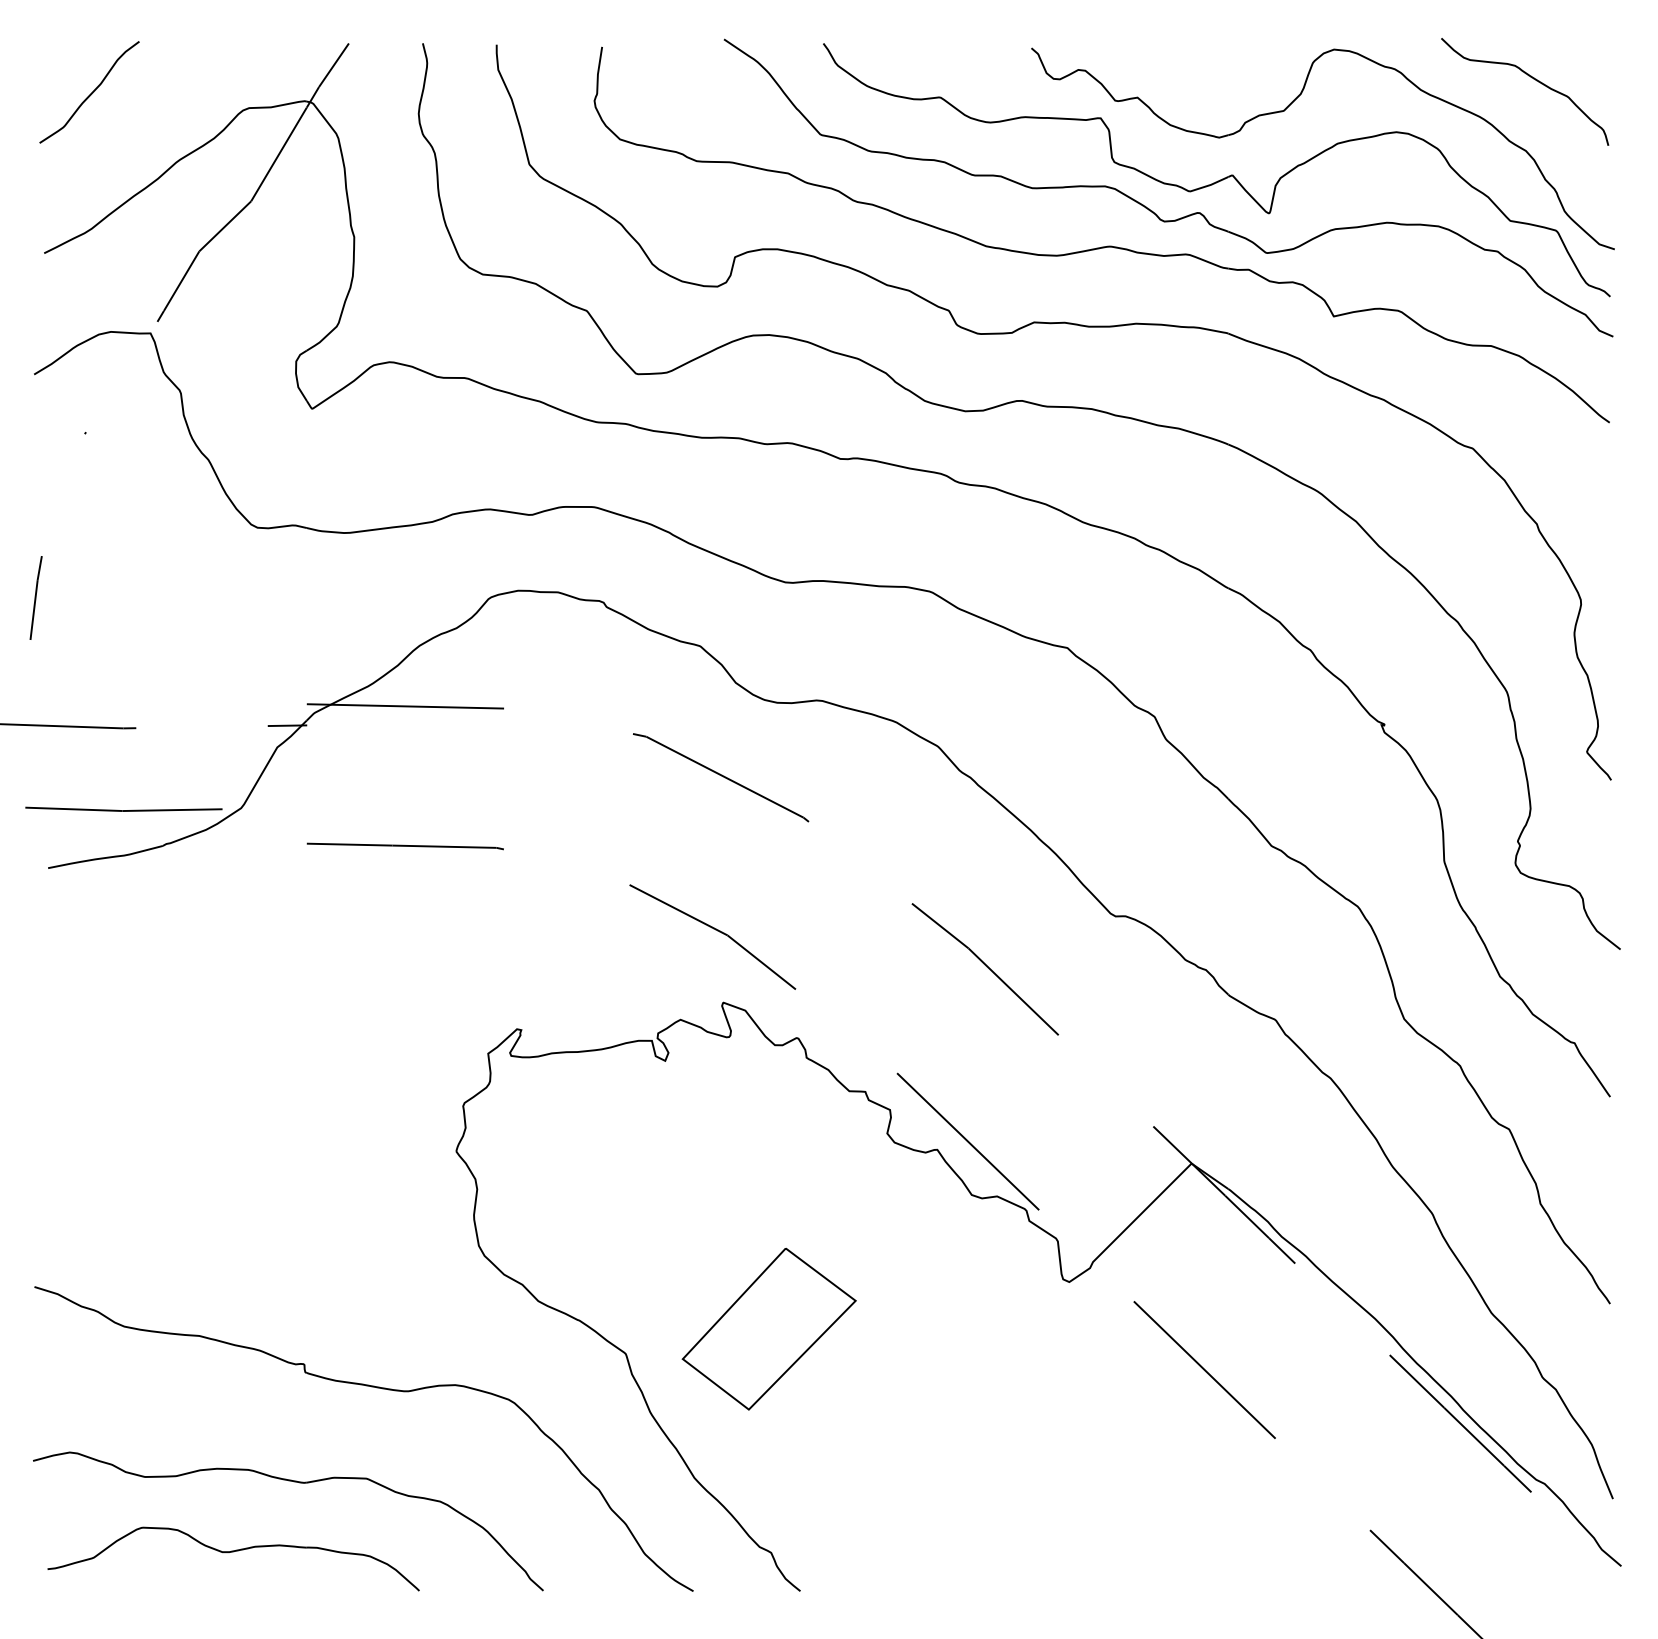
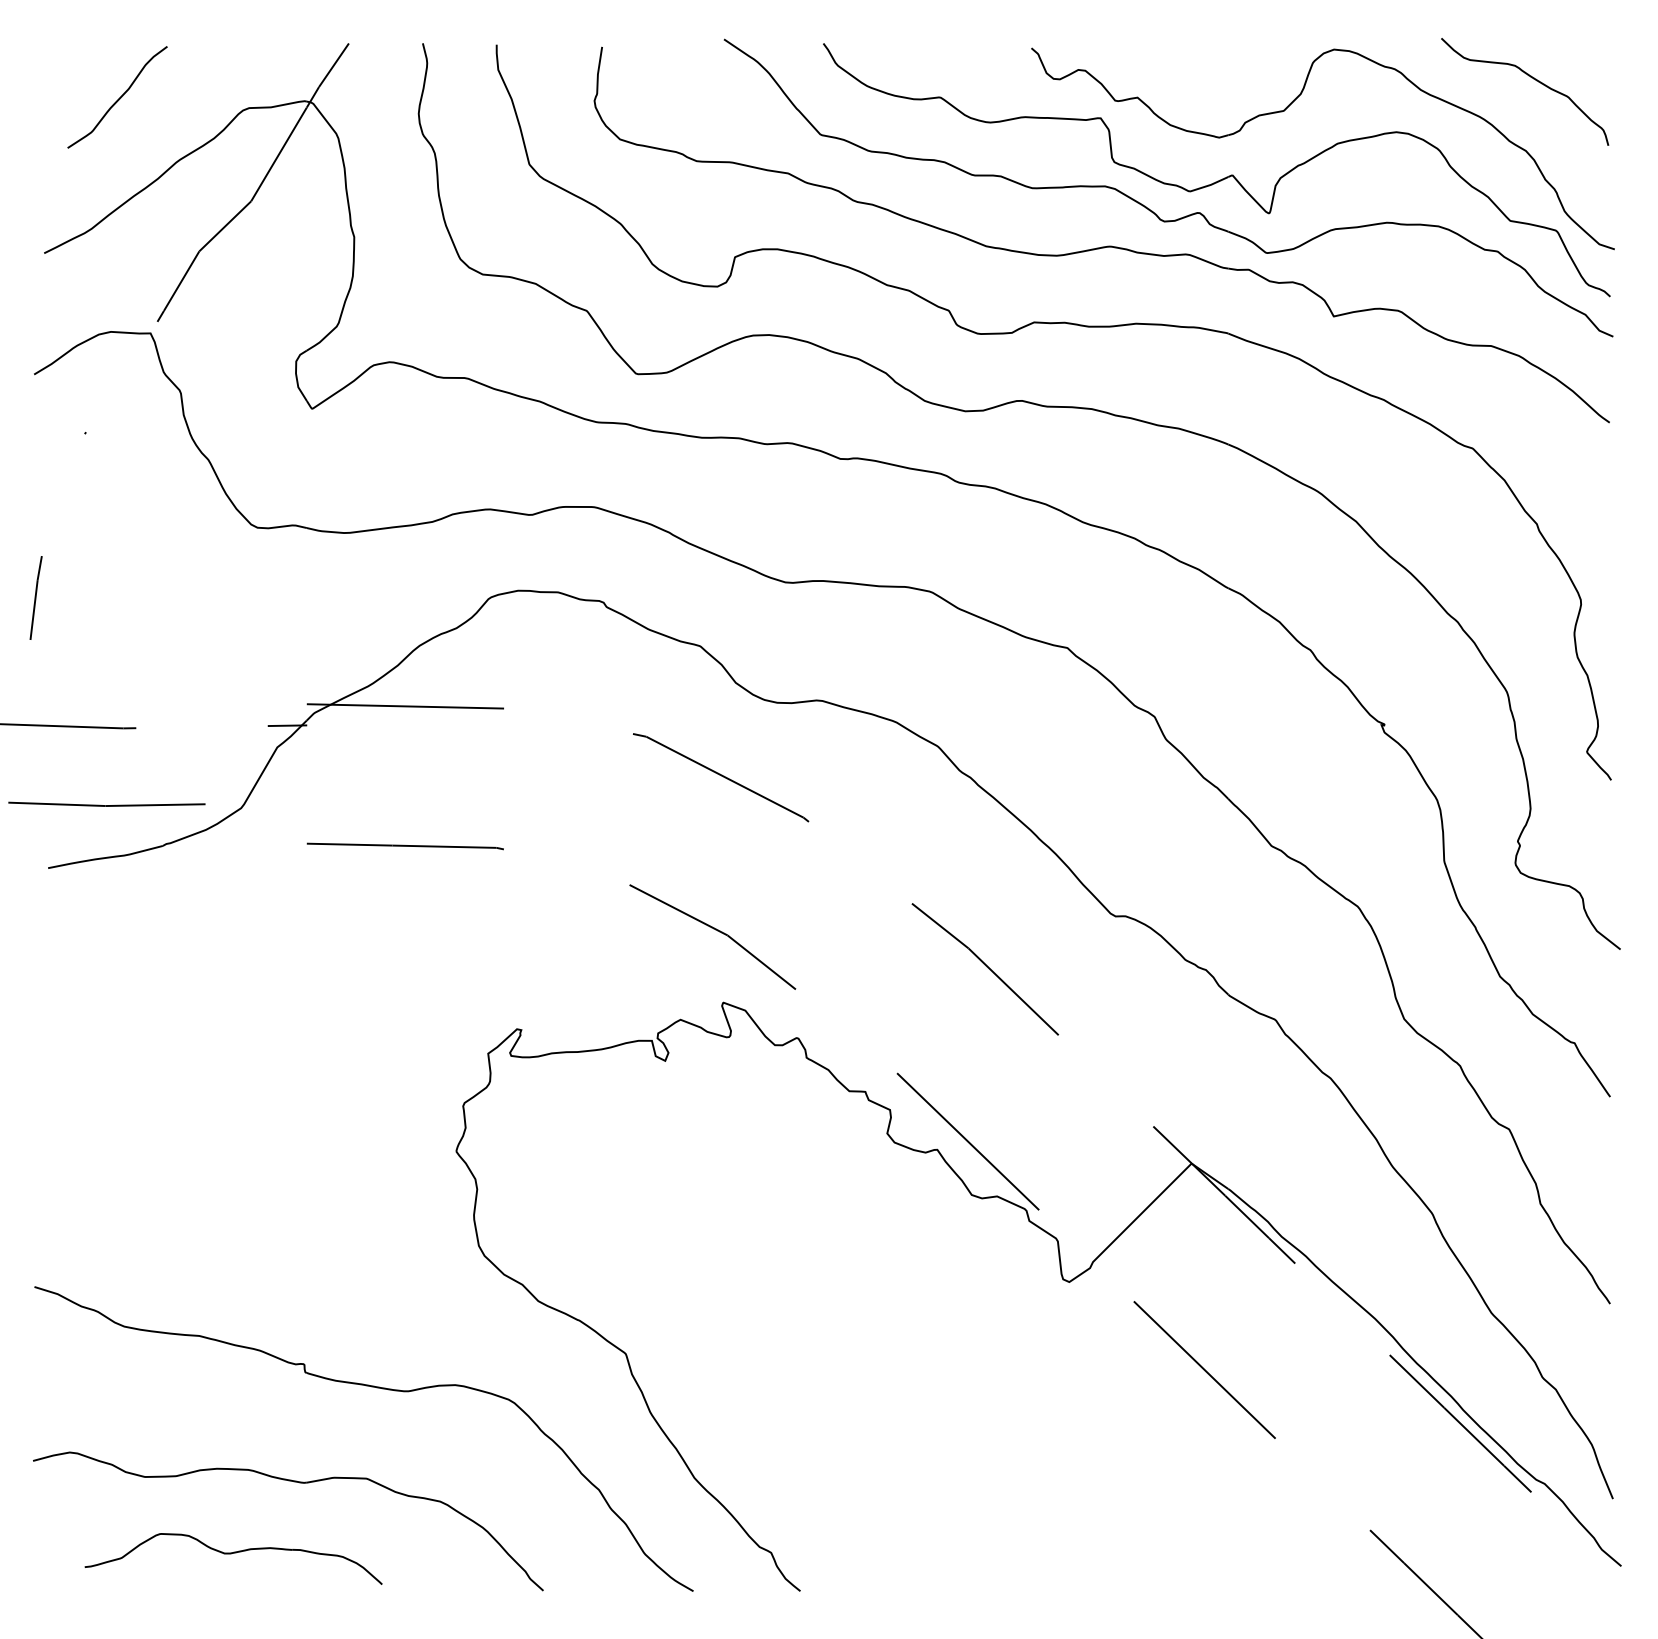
curve at (90, 93) position: (90, 93) -> (118, 98)
line at (123, 810) position: (123, 810) -> (106, 805)
part at (768, 1328): present -> none
part at (233, 1558) size: 373x66 px -> 299x52 px
